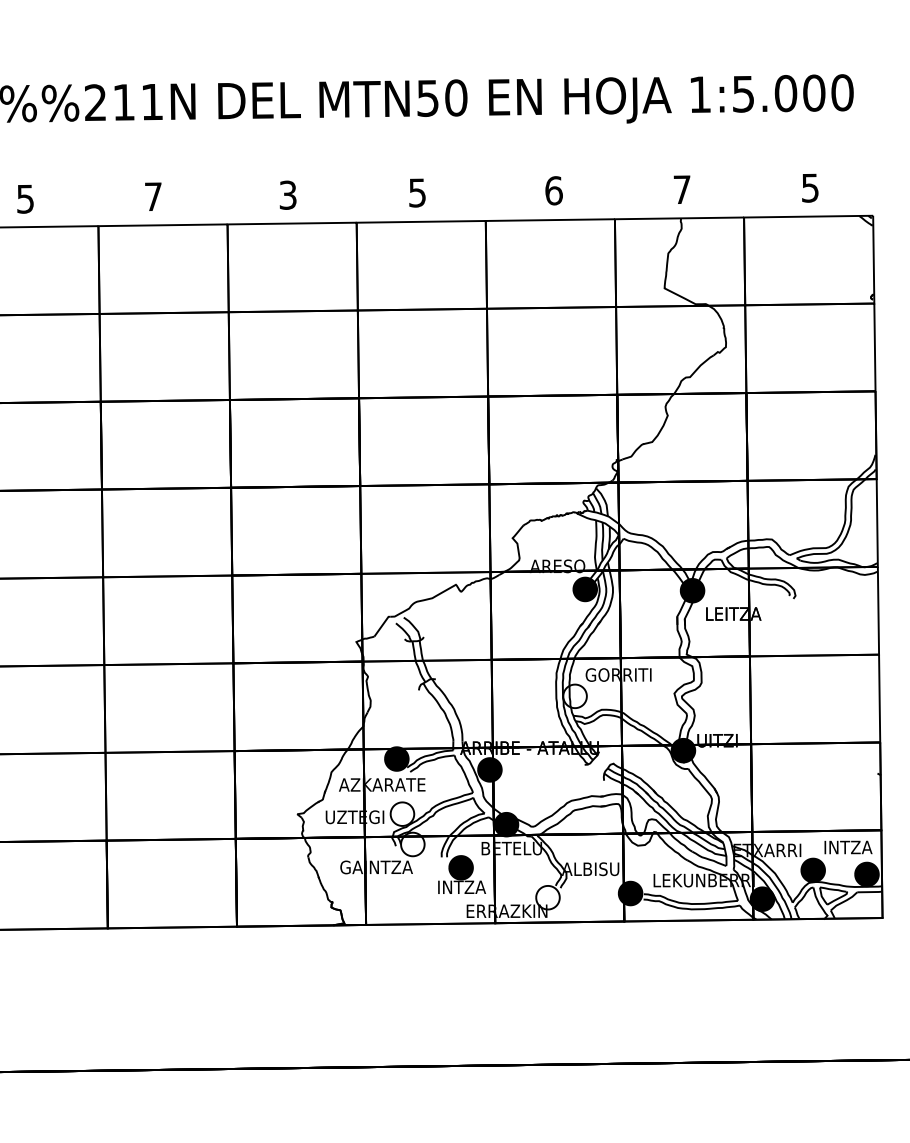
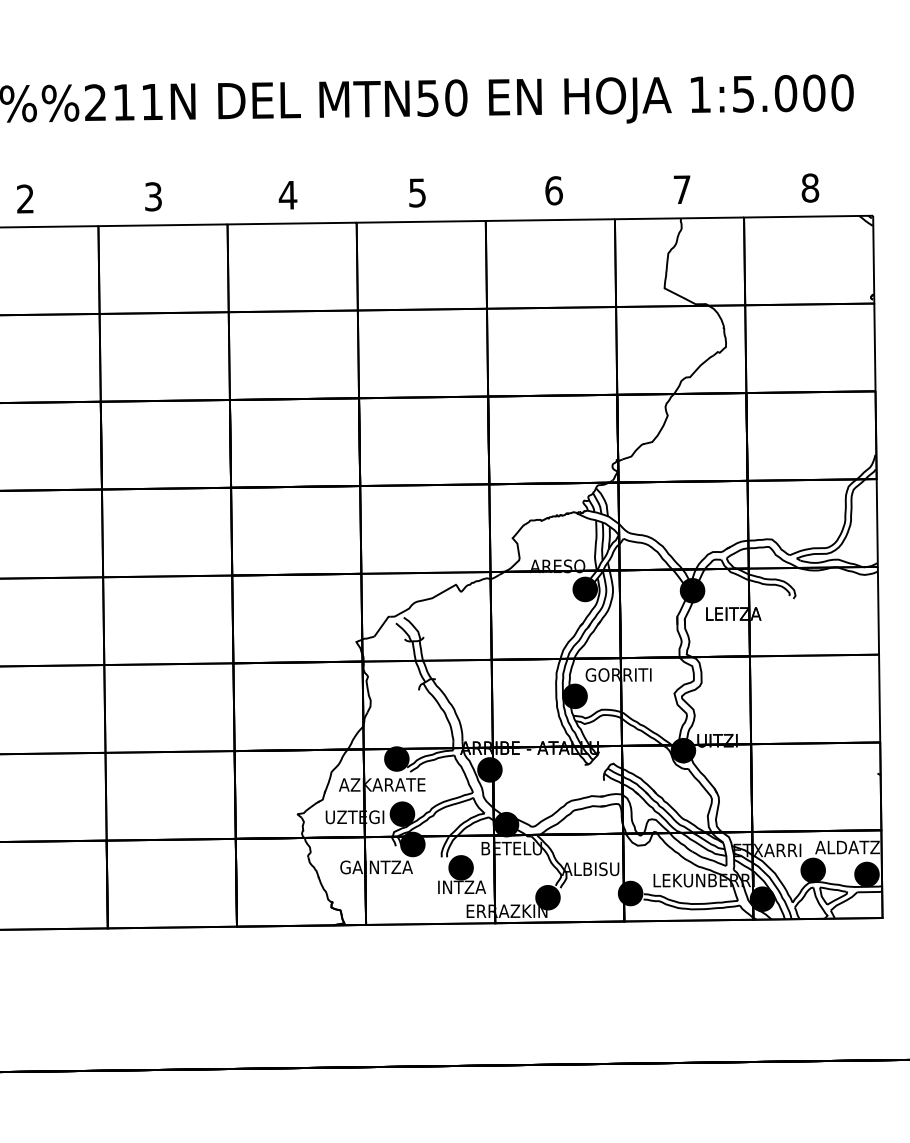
text at (810, 187): 5 -> 8
text at (287, 194): 3 -> 4
text at (153, 196): 7 -> 3
text at (25, 198): 5 -> 2
fill at (574, 696): none -> present
fill at (402, 813): none -> present
fill at (412, 844): none -> present
text at (847, 847): INTZA -> ALDATZ
fill at (547, 897): none -> present
